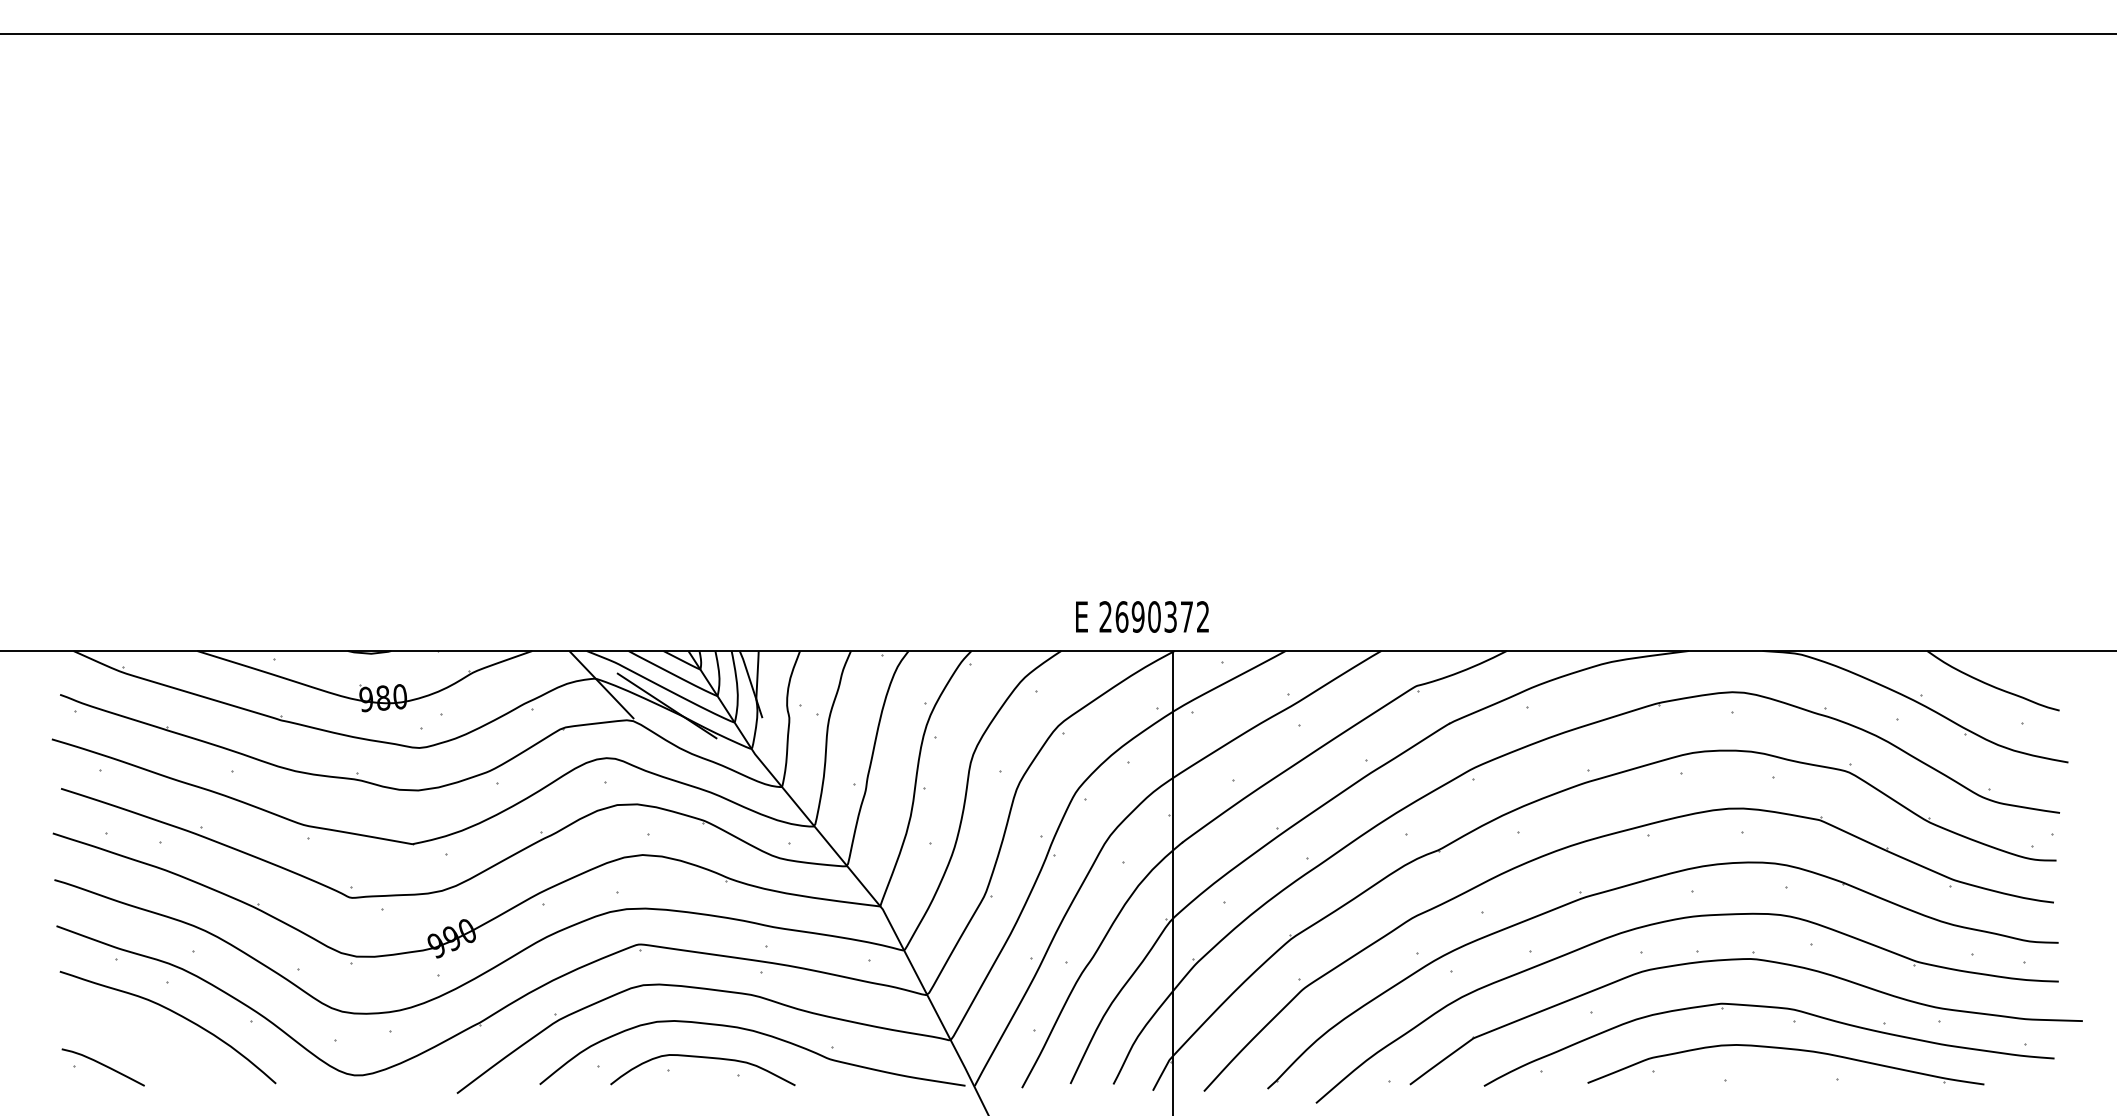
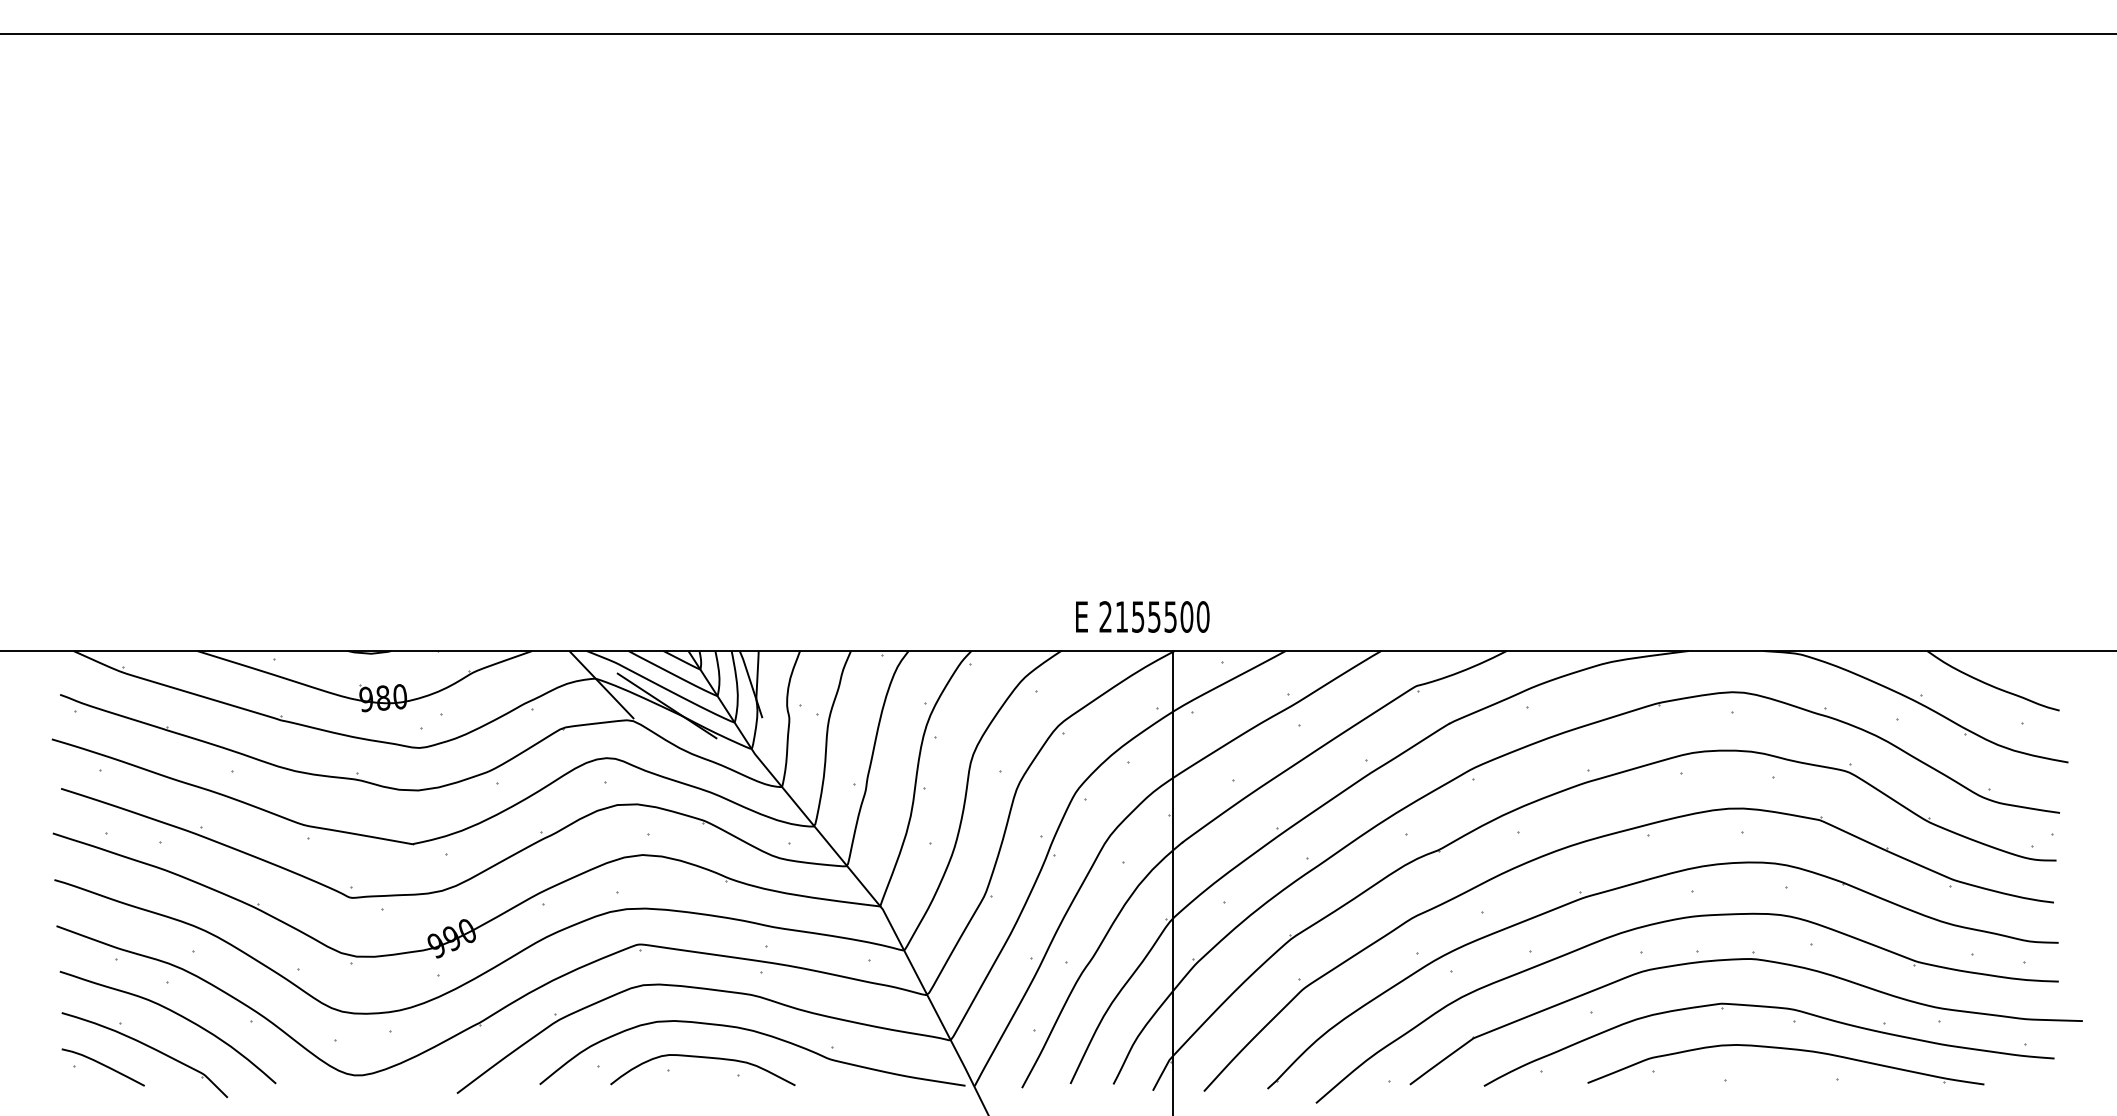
text at (1162, 616): 2690372 -> 2155500
part at (148, 1047): none -> present
